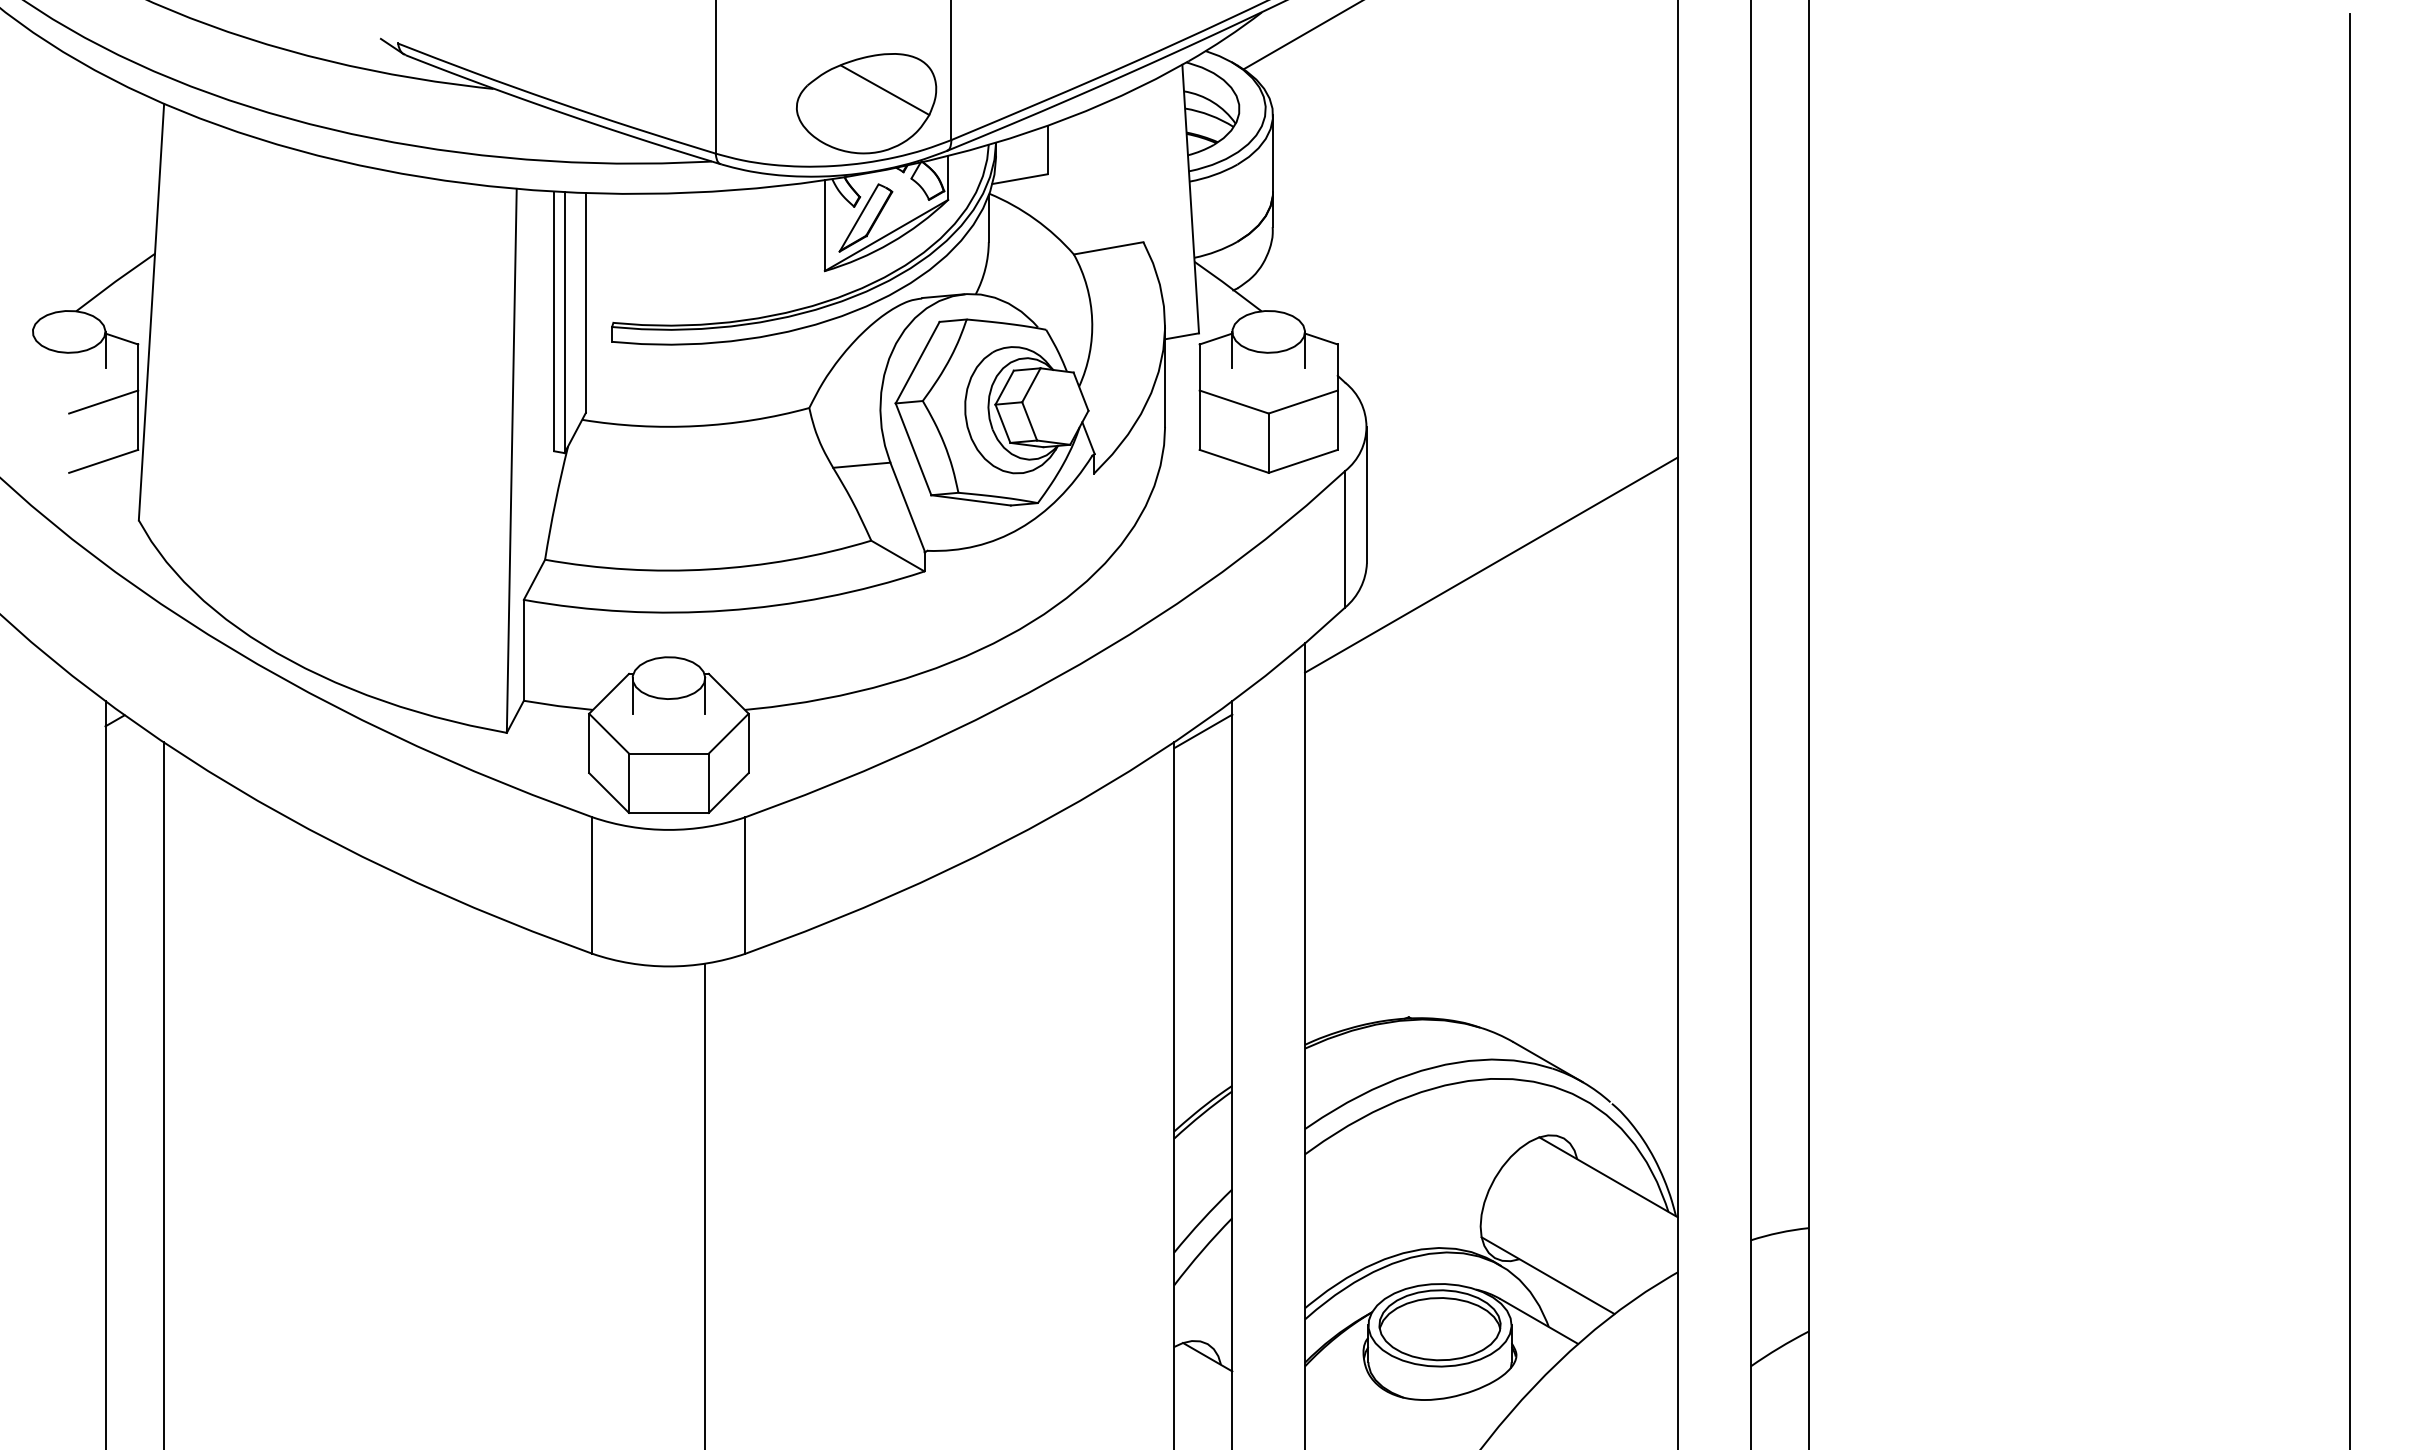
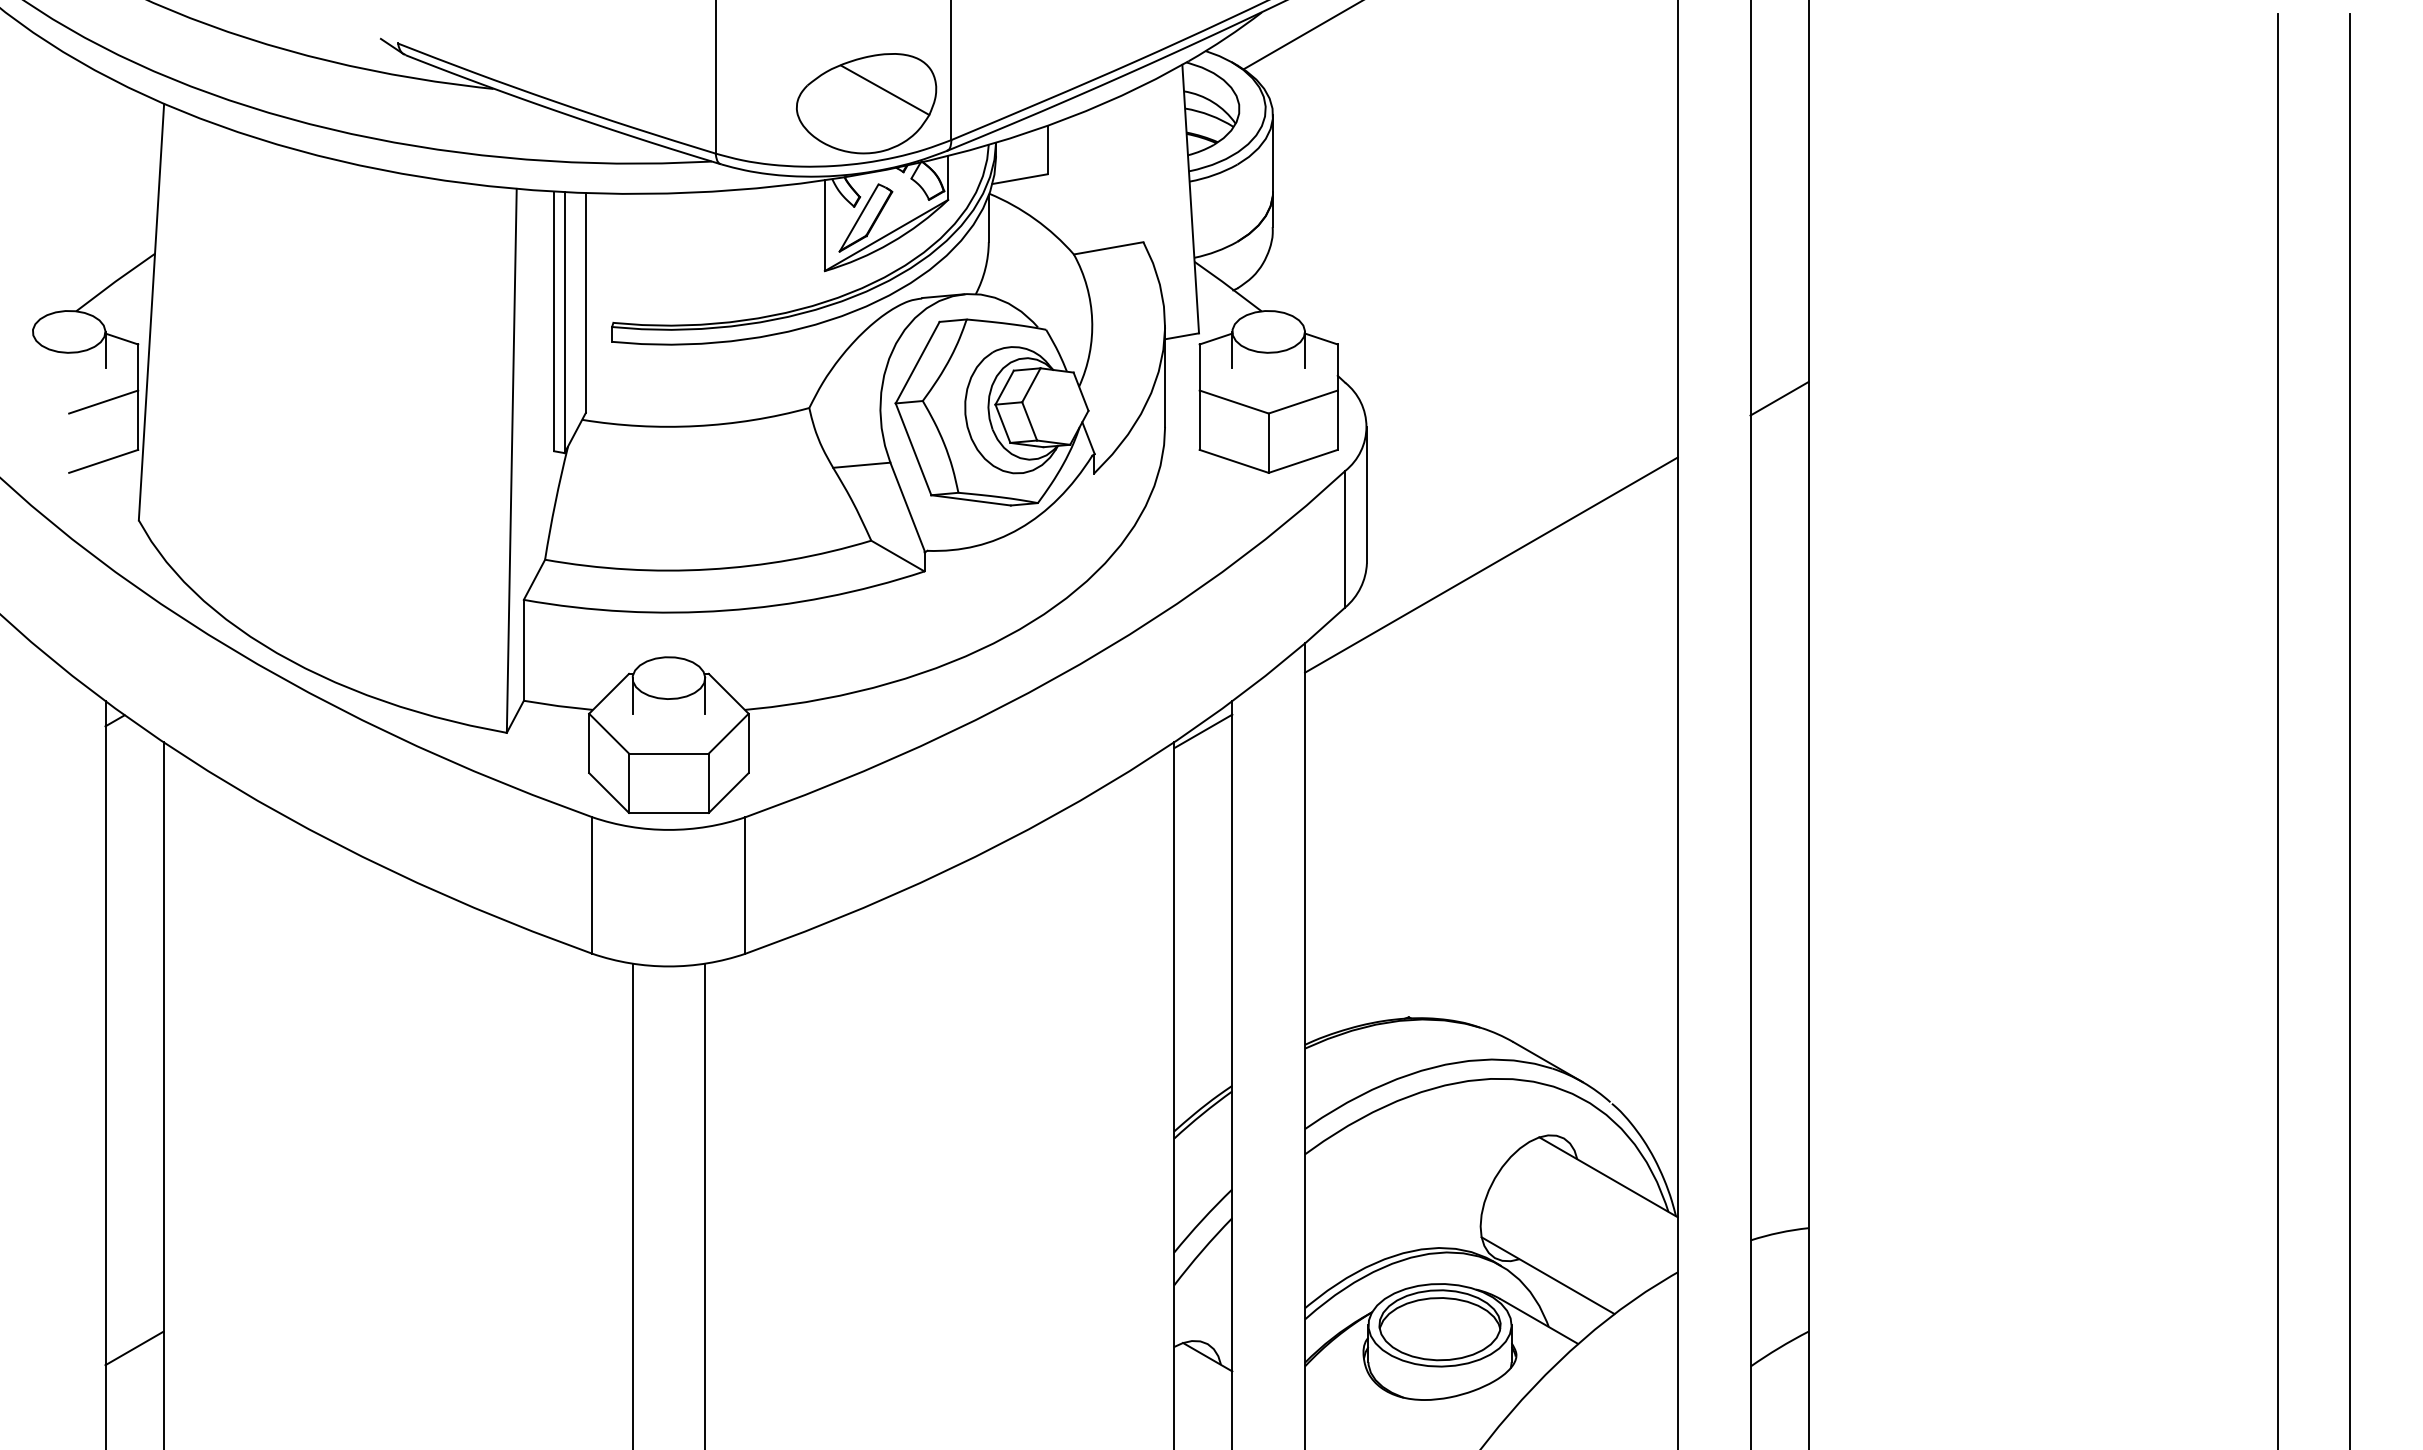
line at (1779, 398): none -> present
line at (2277, 730): none -> present
line at (632, 1204): none -> present
line at (134, 1348): none -> present
